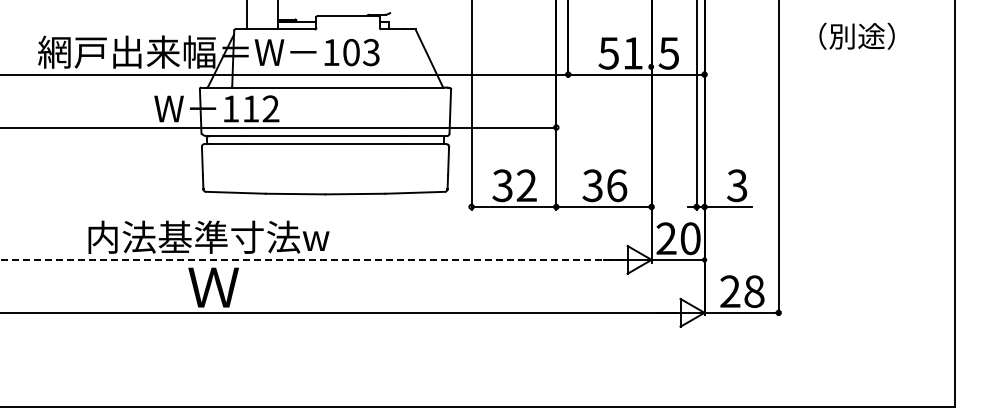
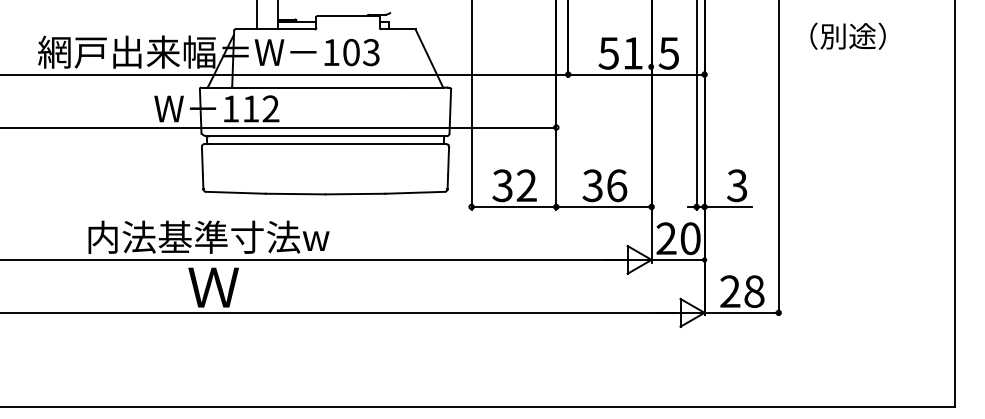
line at (247, 15) position: (247, 15) -> (257, 15)
text at (856, 35) position: (856, 35) -> (847, 35)
line at (311, 259): dashed -> solid
